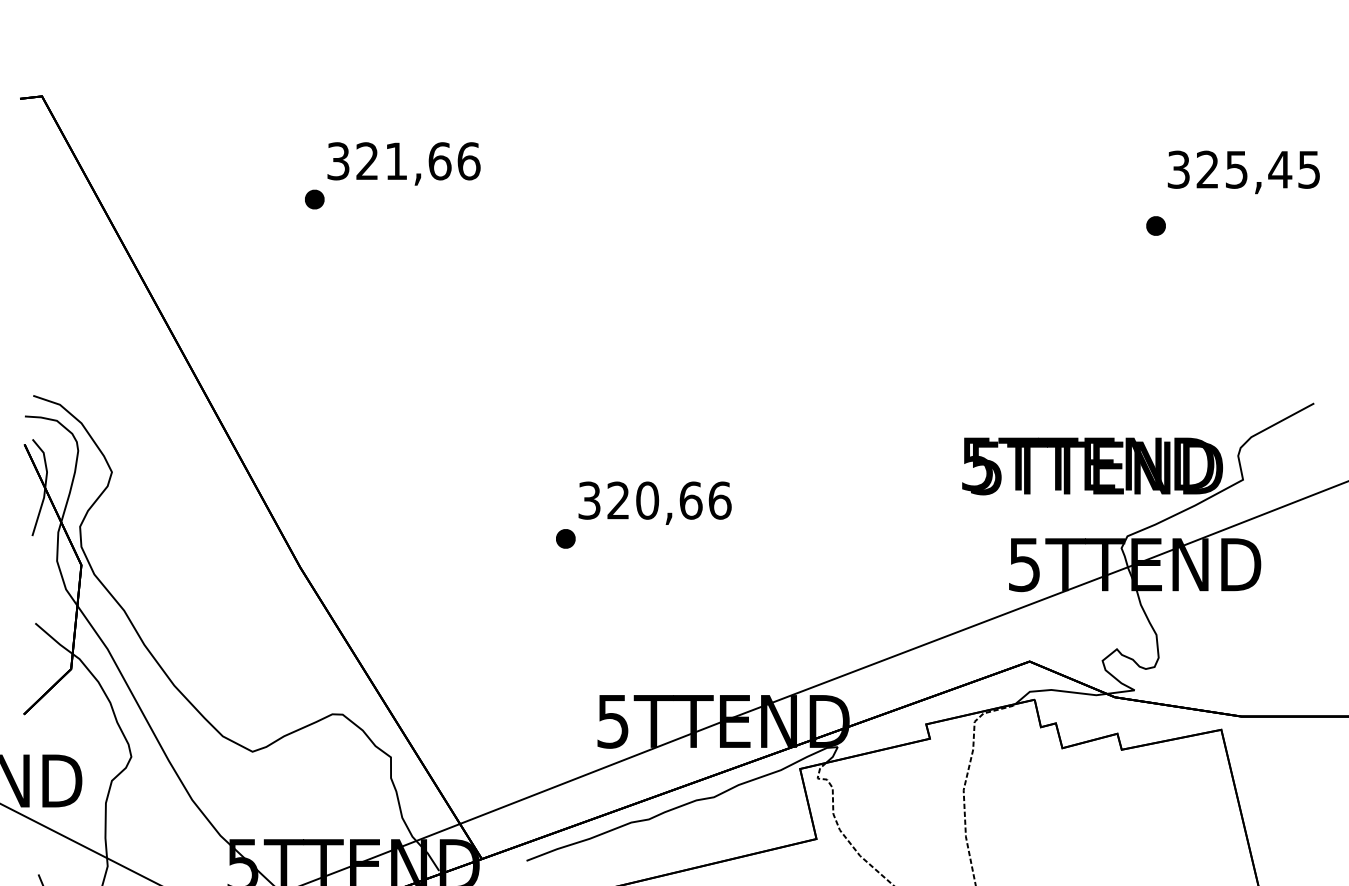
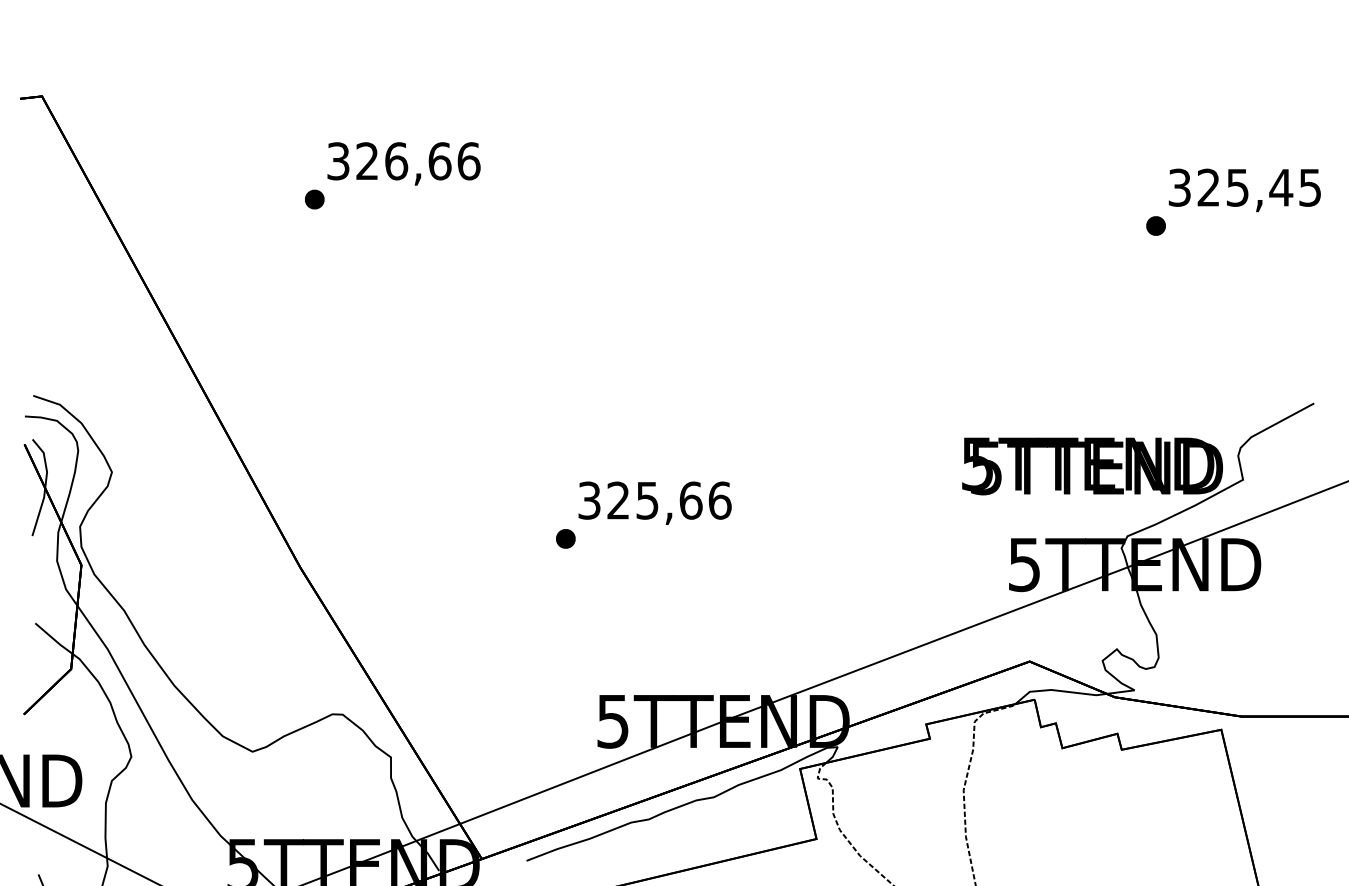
text at (396, 161): 321,66 -> 326,66
text at (1243, 172) position: (1243, 172) -> (1244, 190)
text at (647, 500): 320,66 -> 325,66
